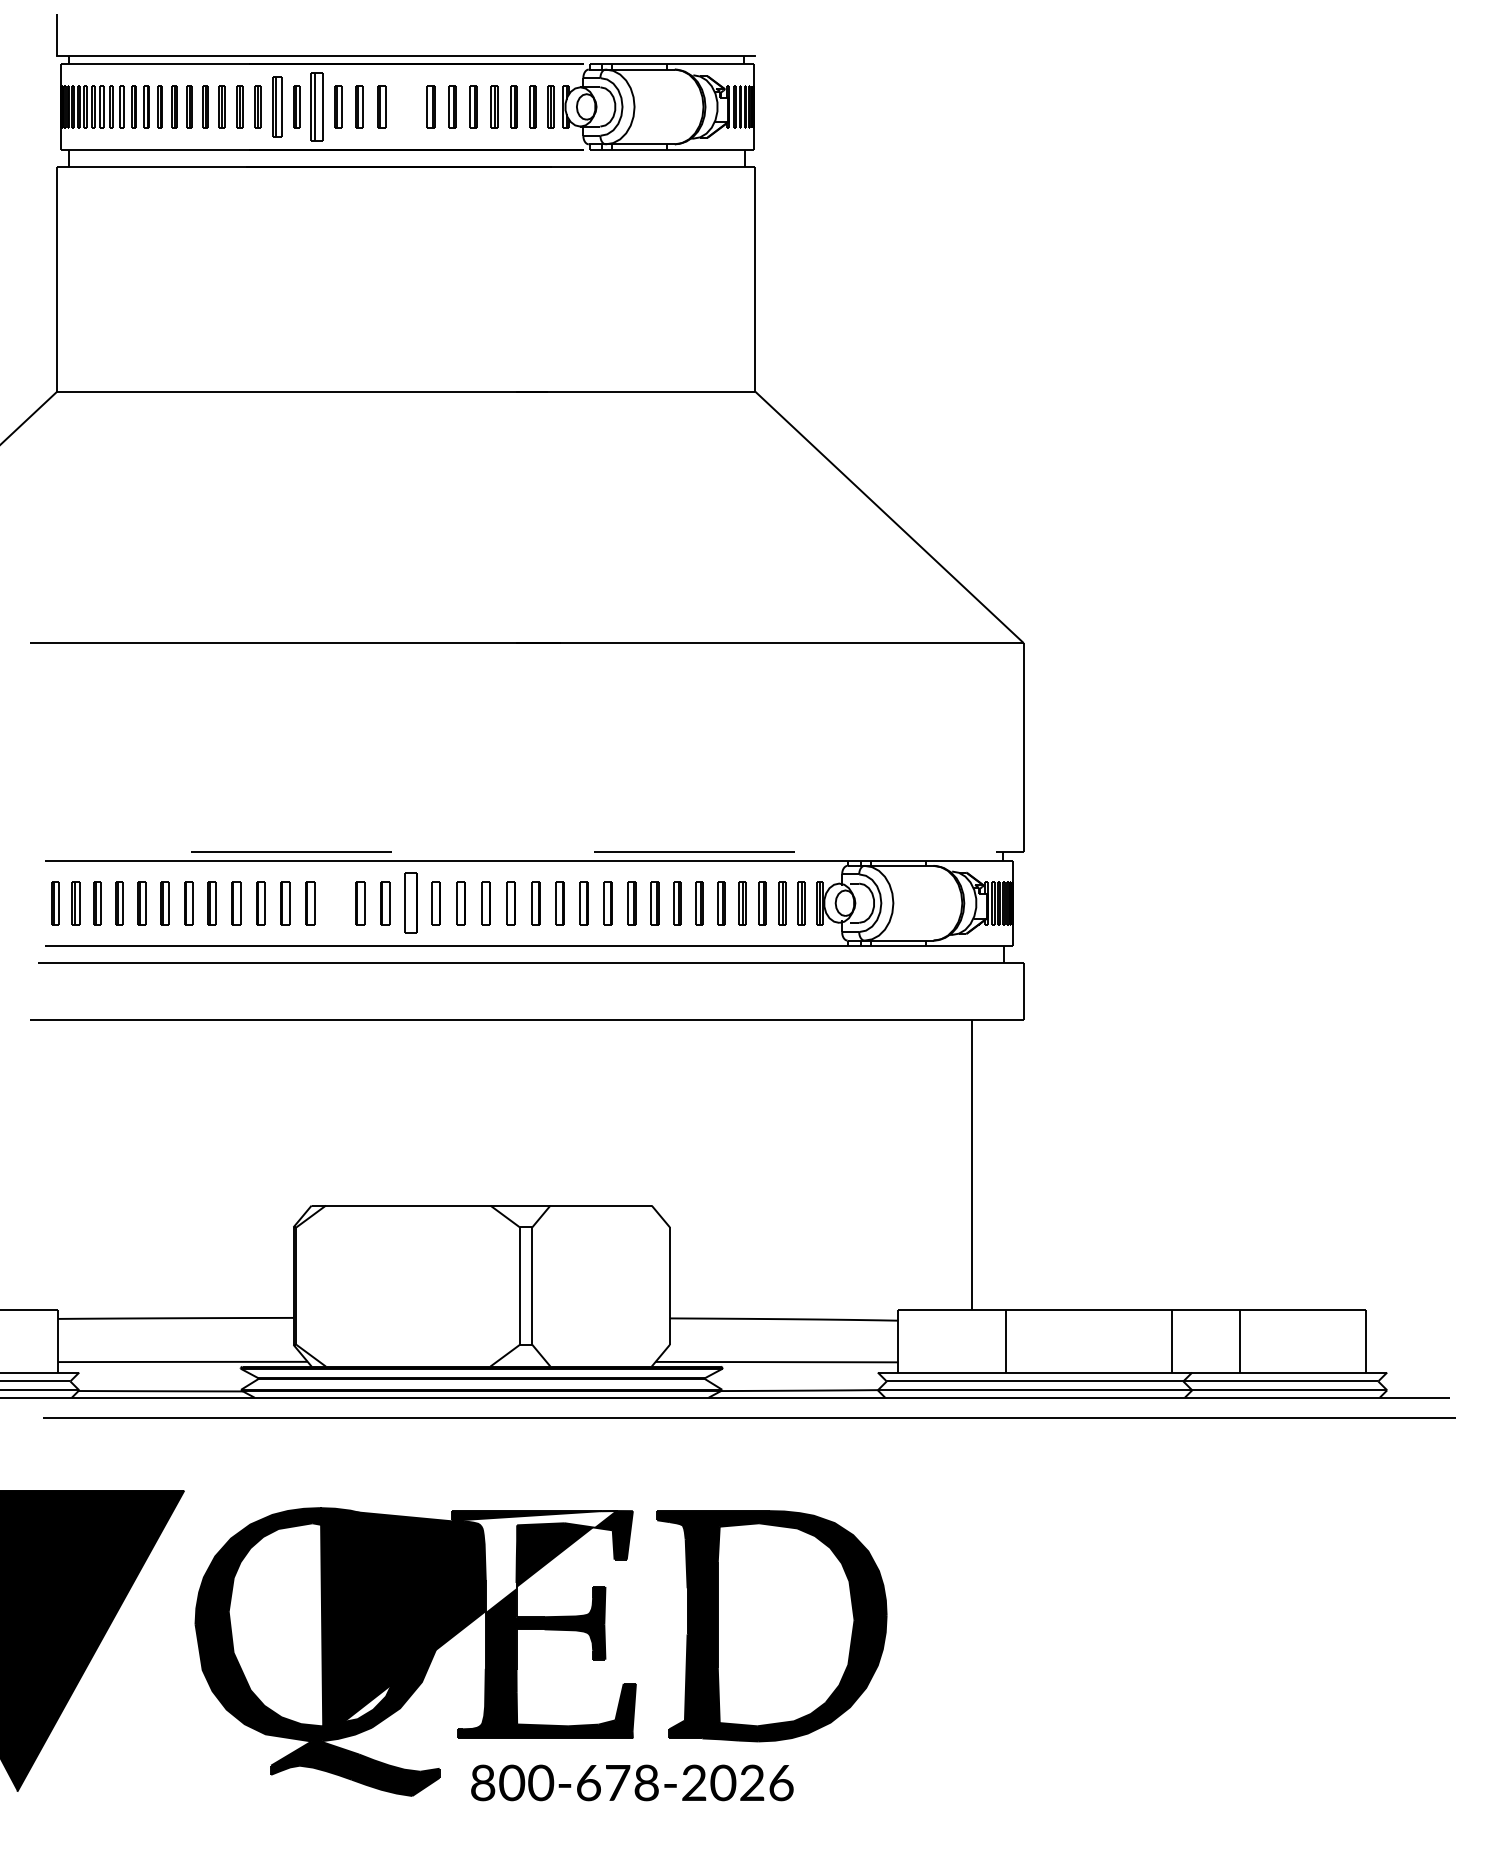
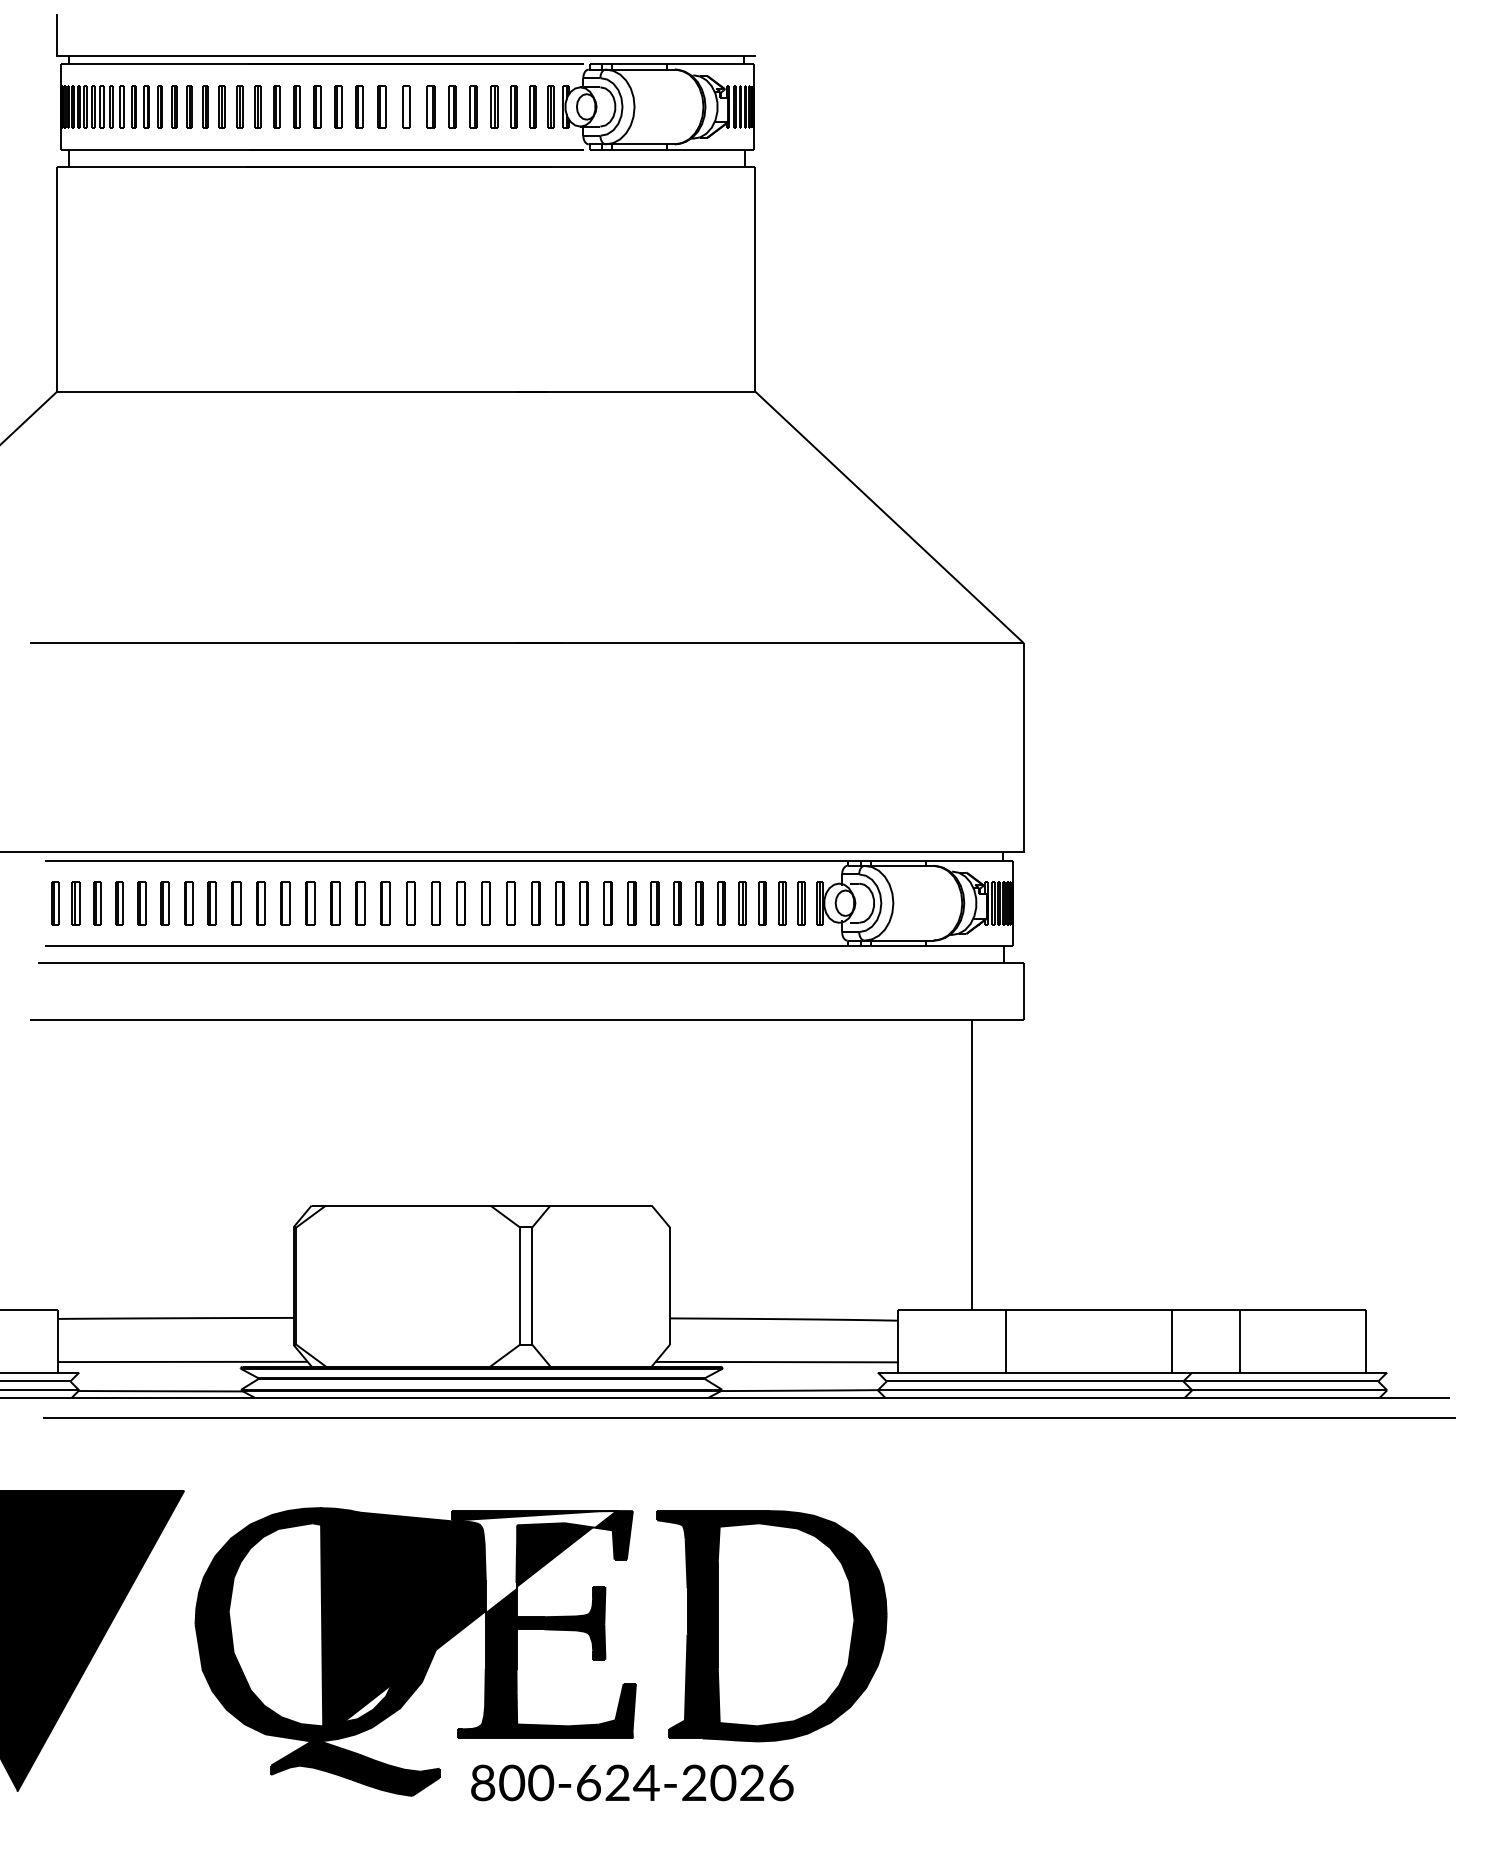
part at (277, 106) size: 11x62 px -> 8x44 px
part at (316, 106) size: 14x70 px -> 9x44 px
part at (406, 106): none -> present
line at (512, 851): dashed -> solid
part at (410, 902) size: 14x62 px -> 10x45 px
part at (335, 903): none -> present
text at (632, 1782): 800-678-2026 -> 800-624-2026
